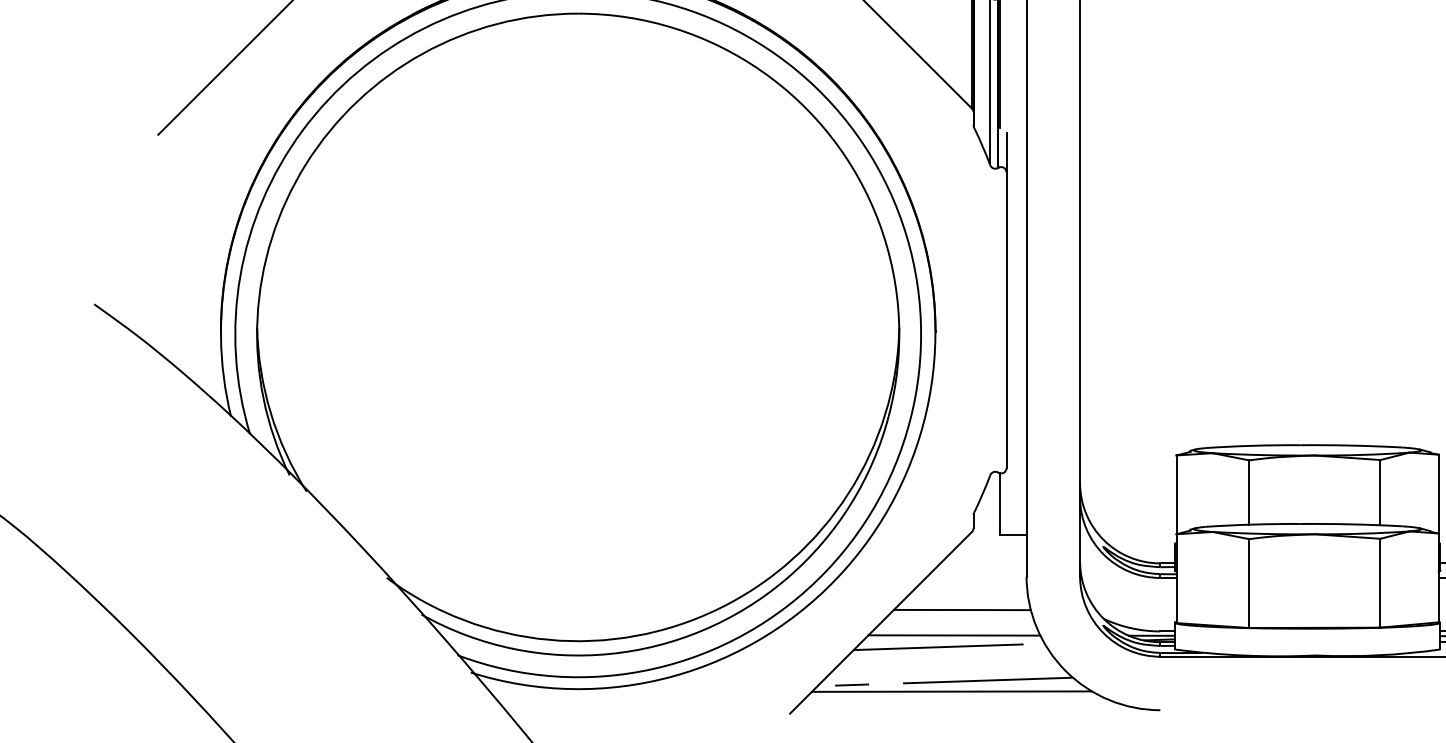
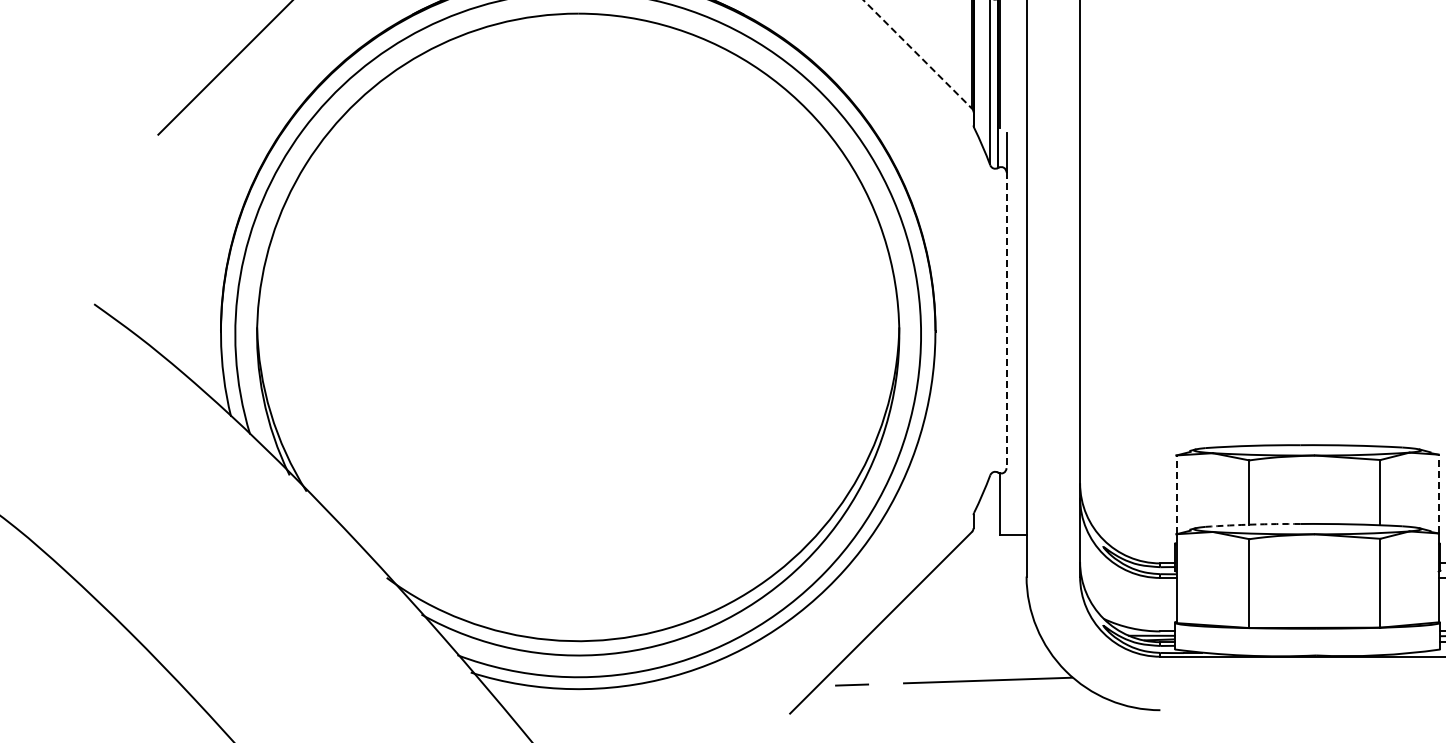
line at (917, 54): solid -> dashed
line at (1006, 320): solid -> dashed
line at (1438, 493): solid -> dashed
line at (1176, 494): solid -> dashed
arc at (1252, 524): solid -> dashed
line at (961, 609): present -> none
line at (954, 635): present -> none
line at (948, 646): present -> none
line at (951, 691): present -> none
